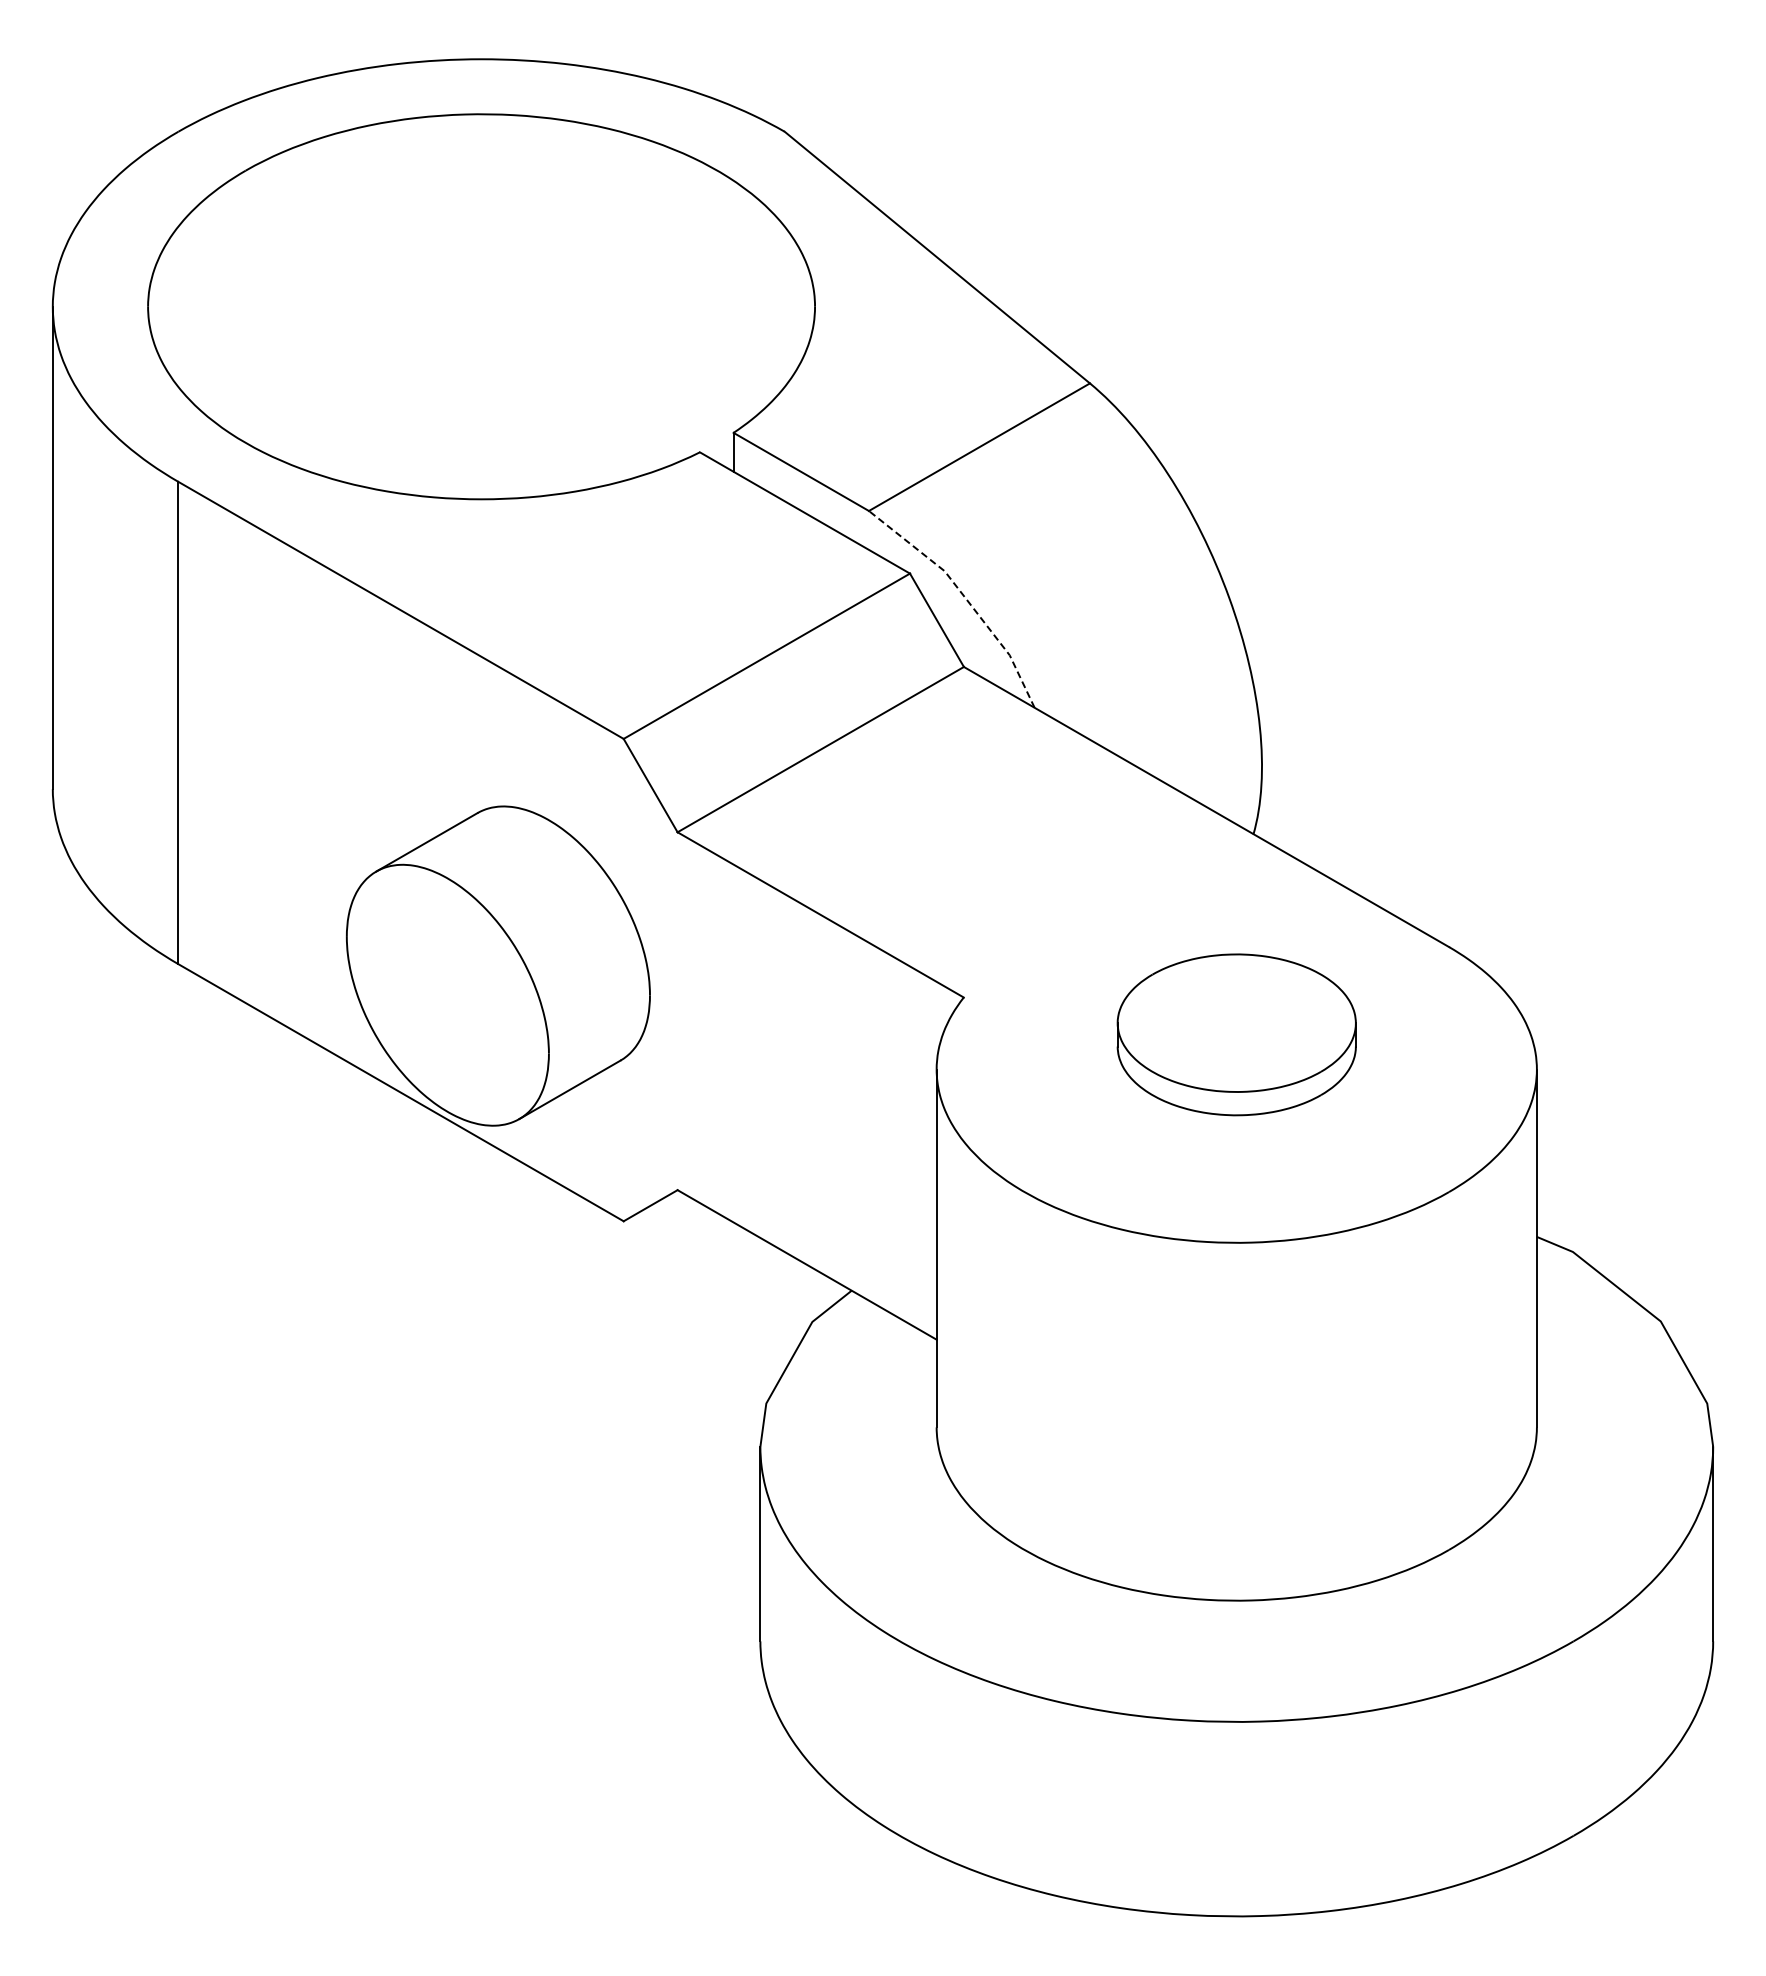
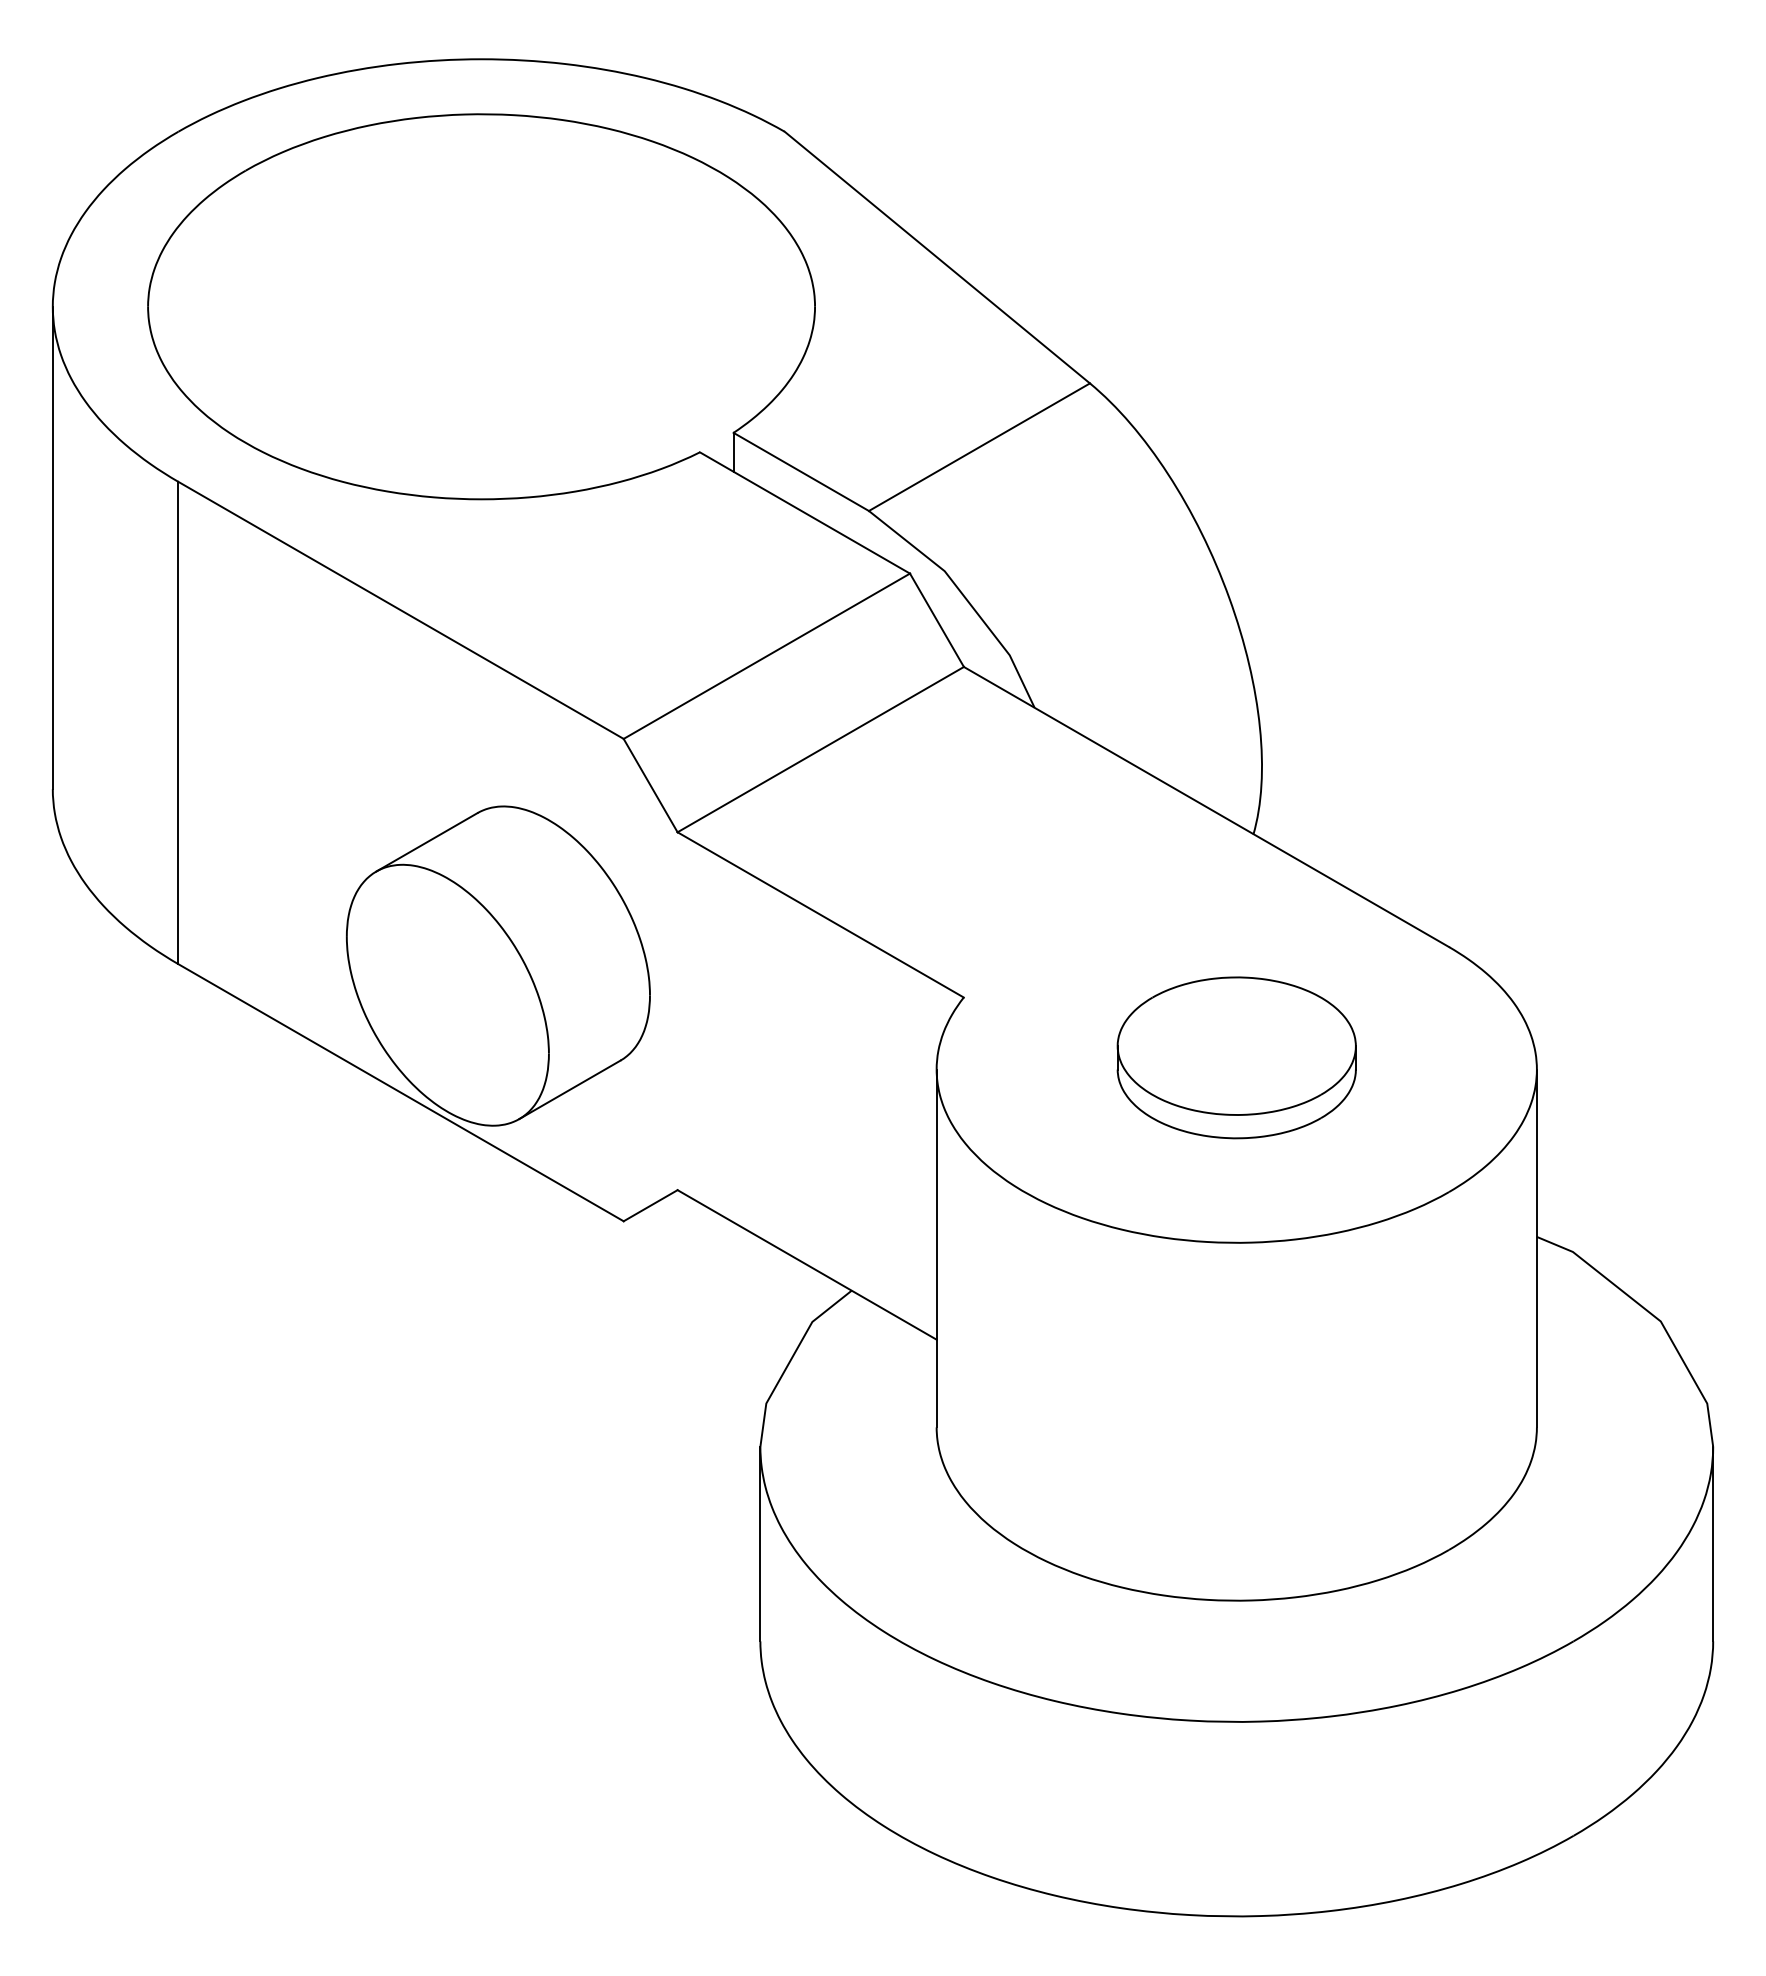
line at (965, 597): dashed -> solid
part at (1236, 1034) position: (1236, 1034) -> (1236, 1057)
